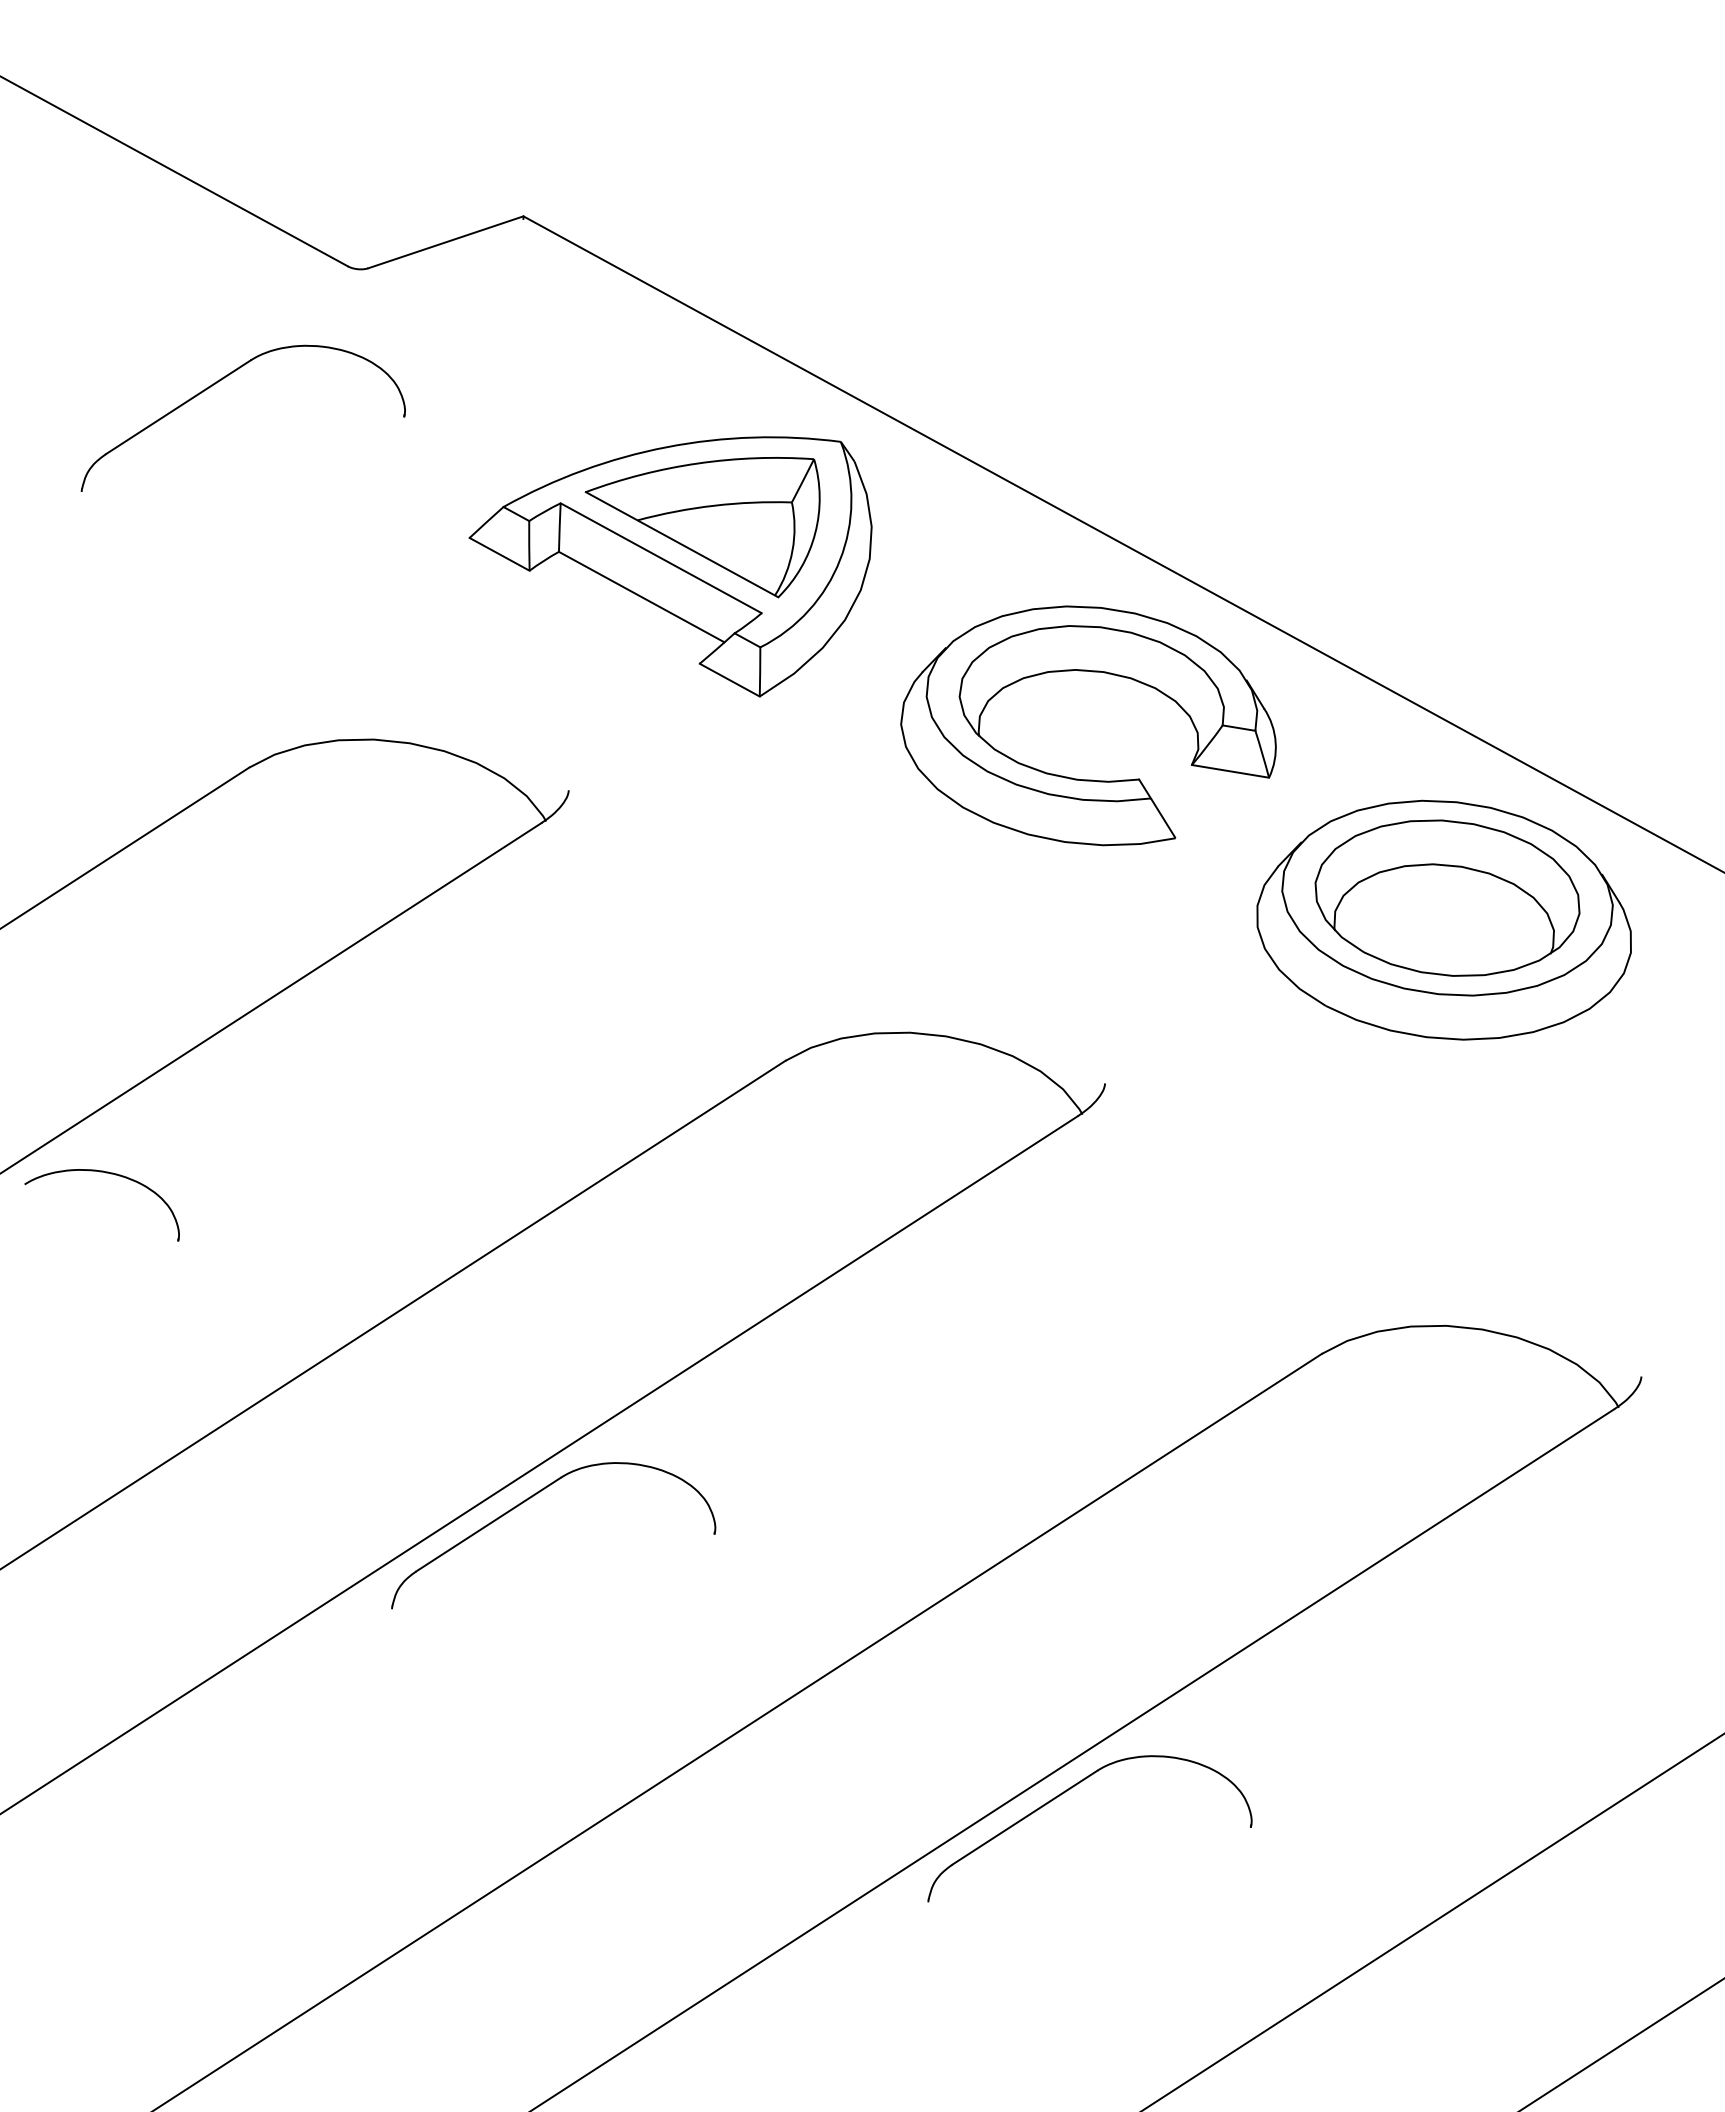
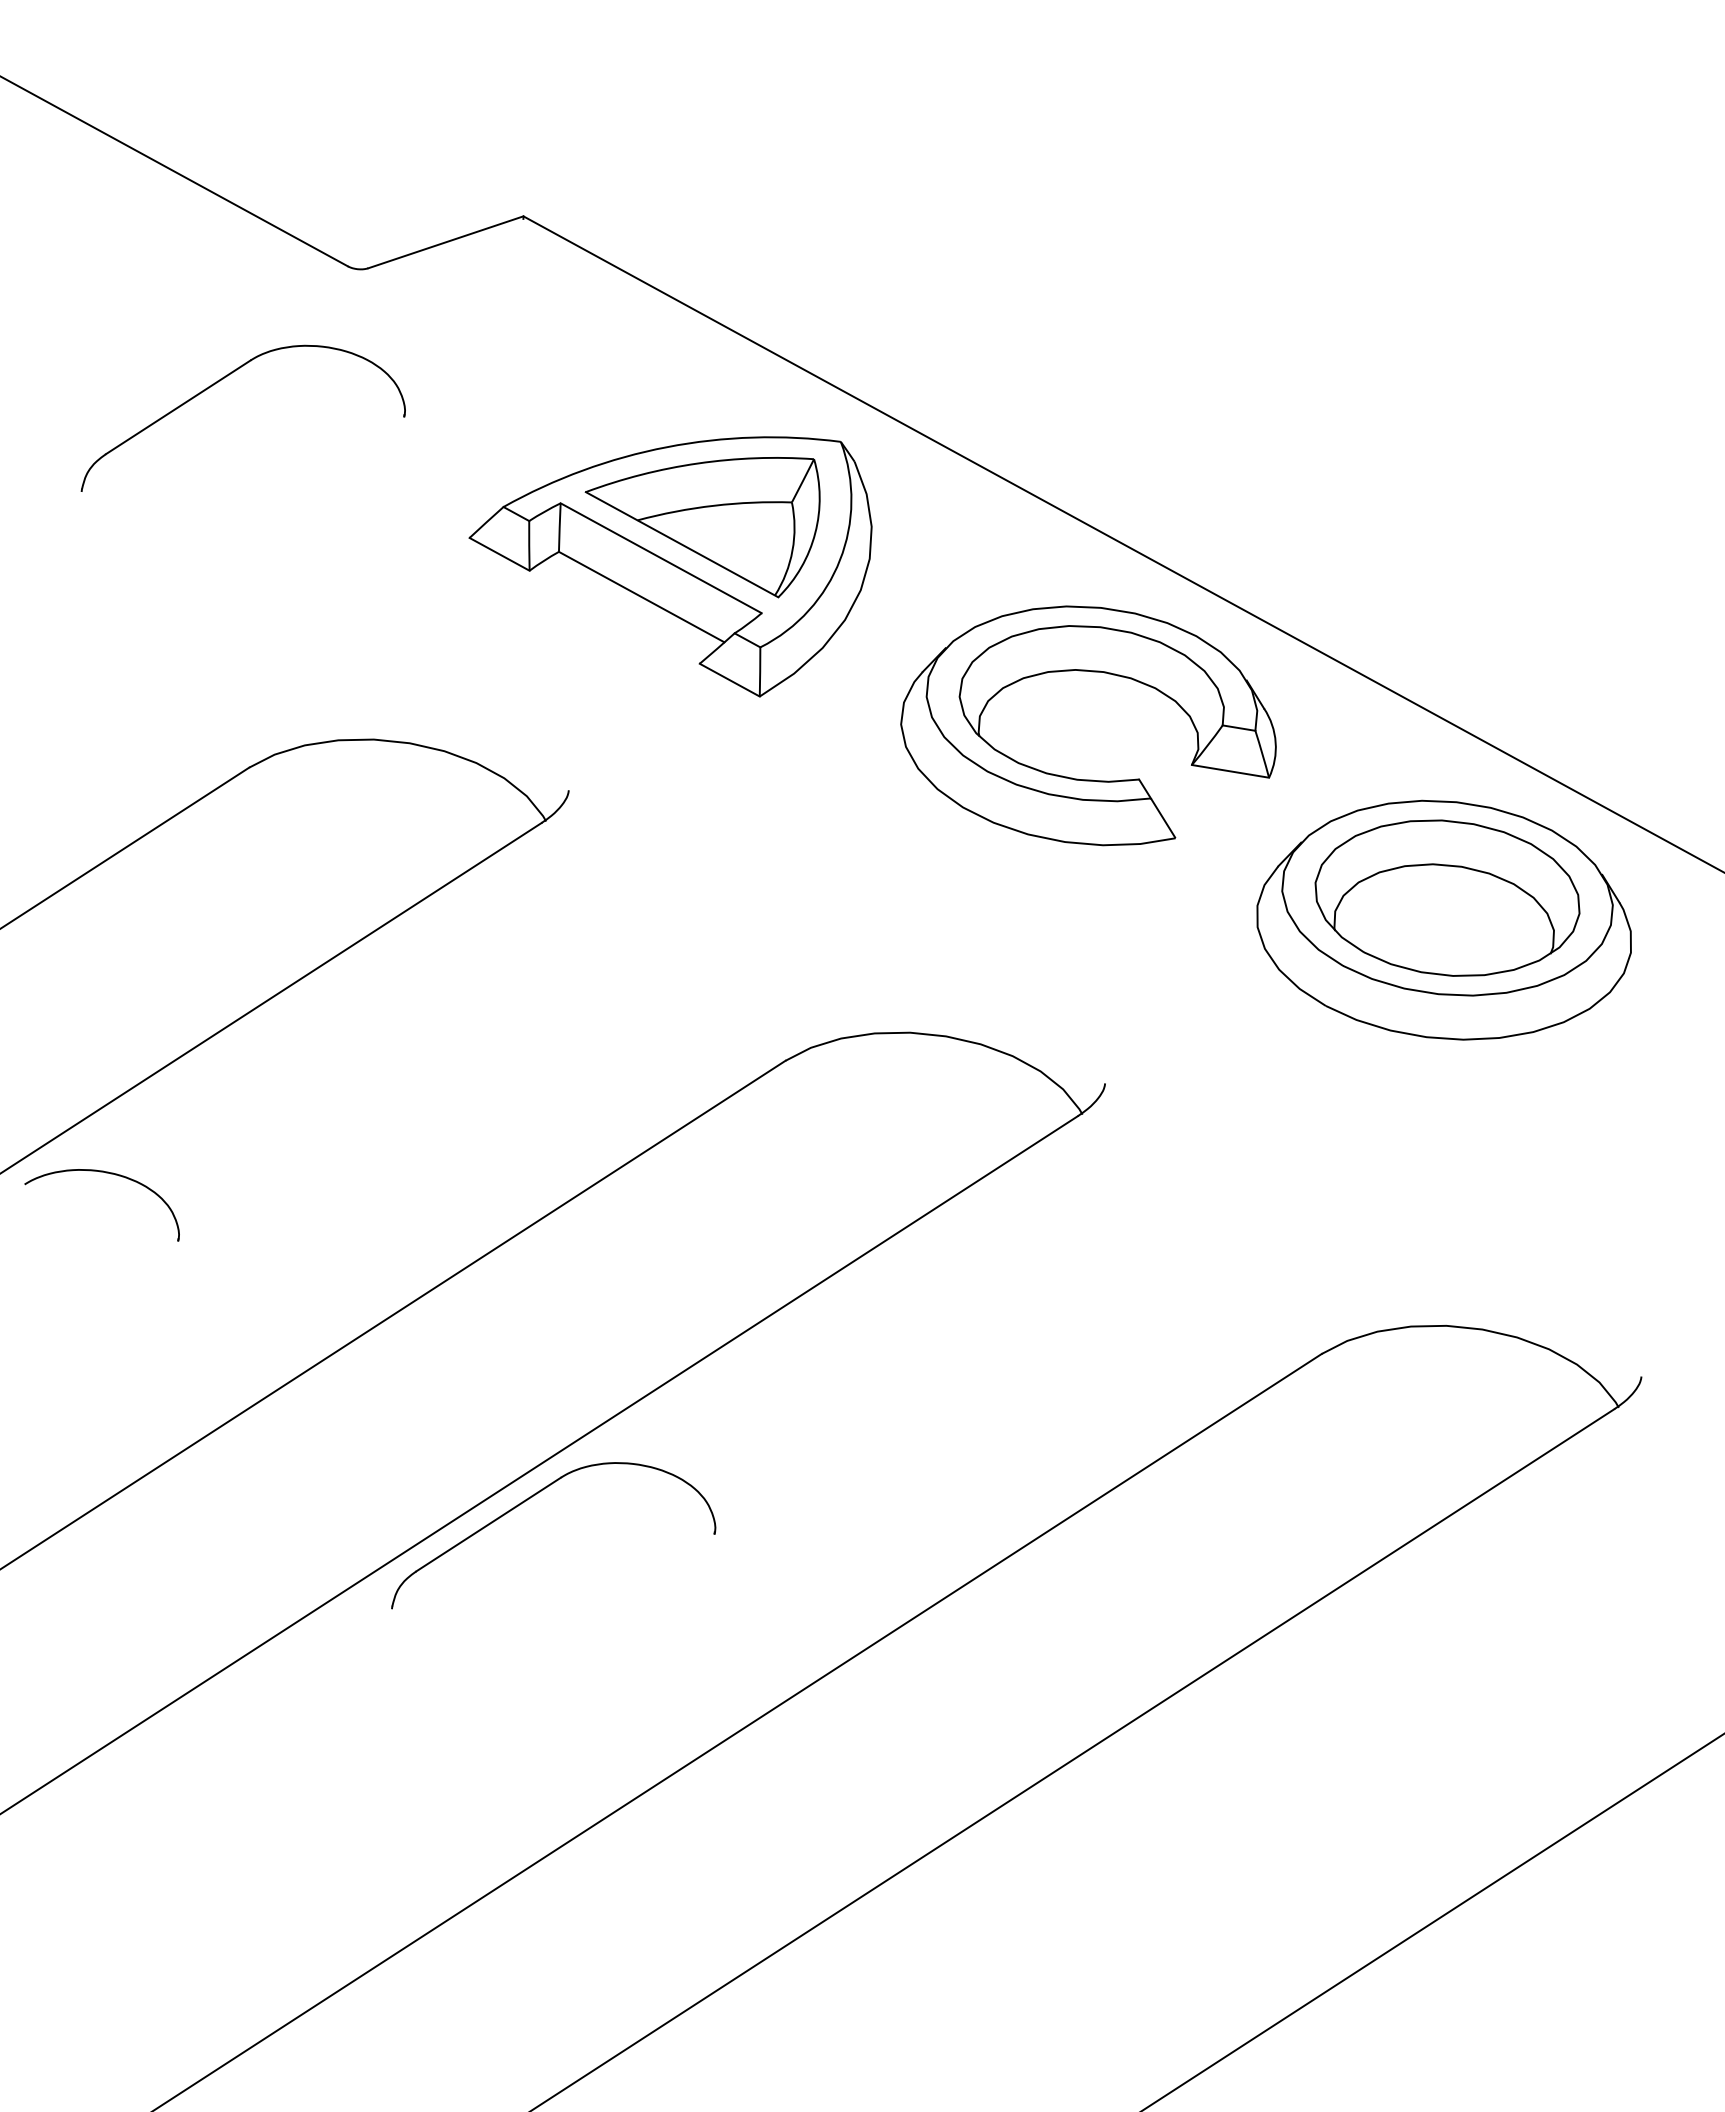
part at (1064, 1793): present -> none
line at (1622, 2044): present -> none
